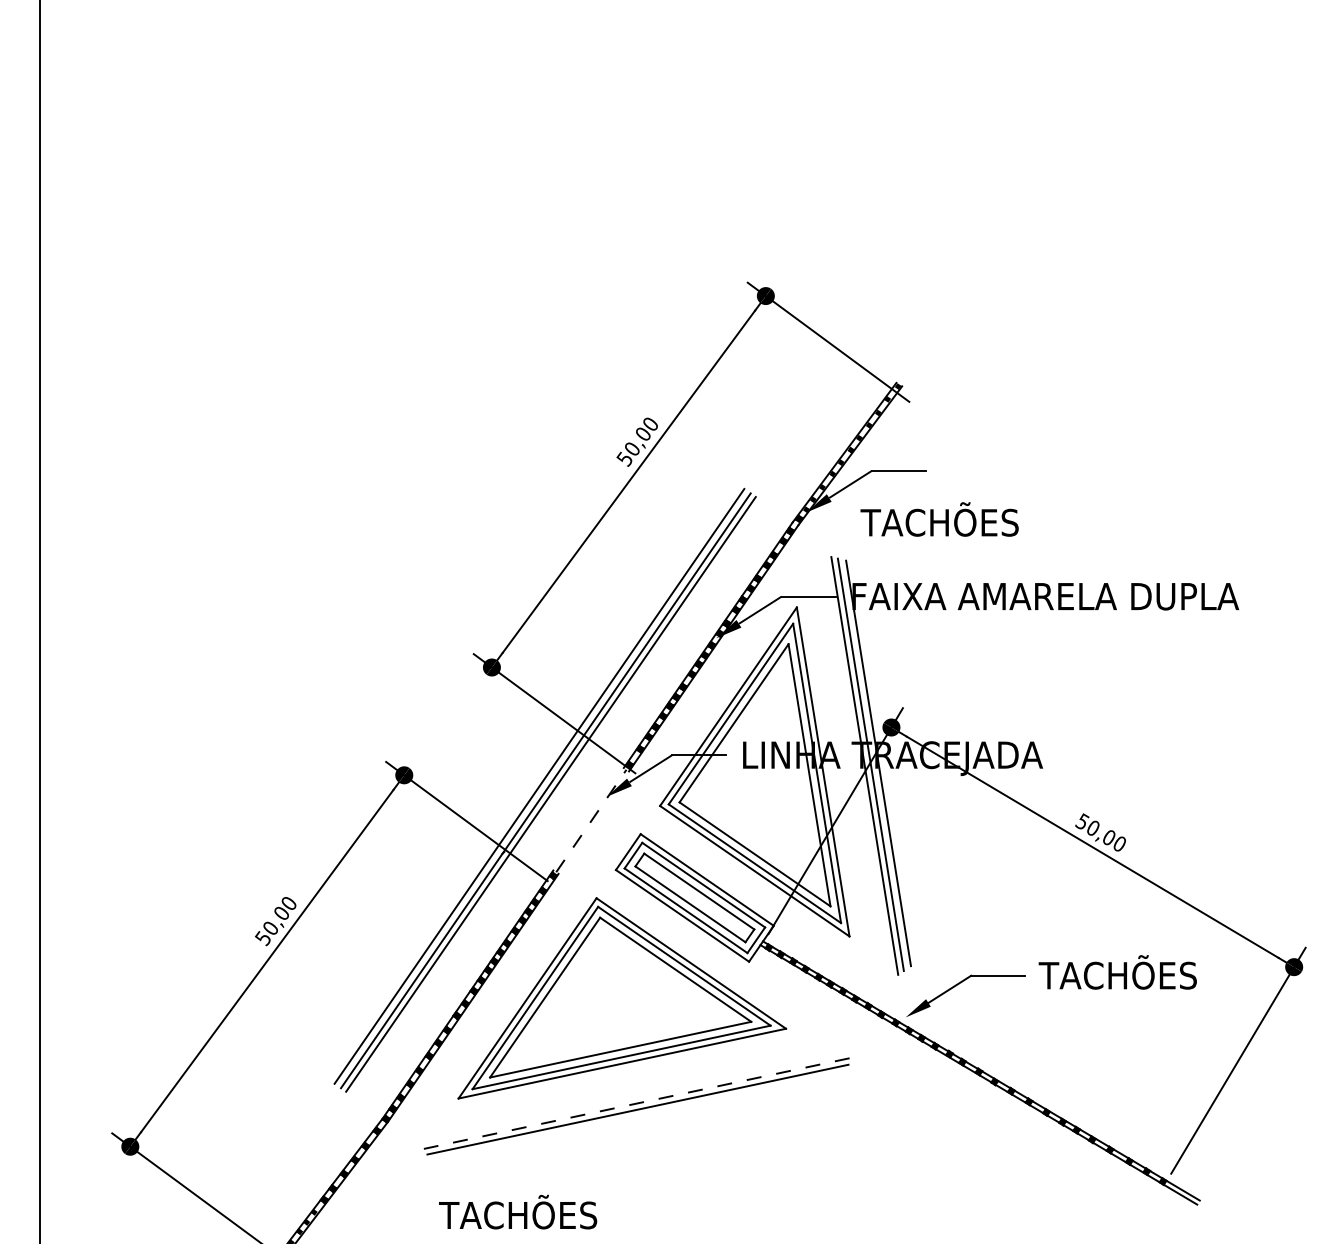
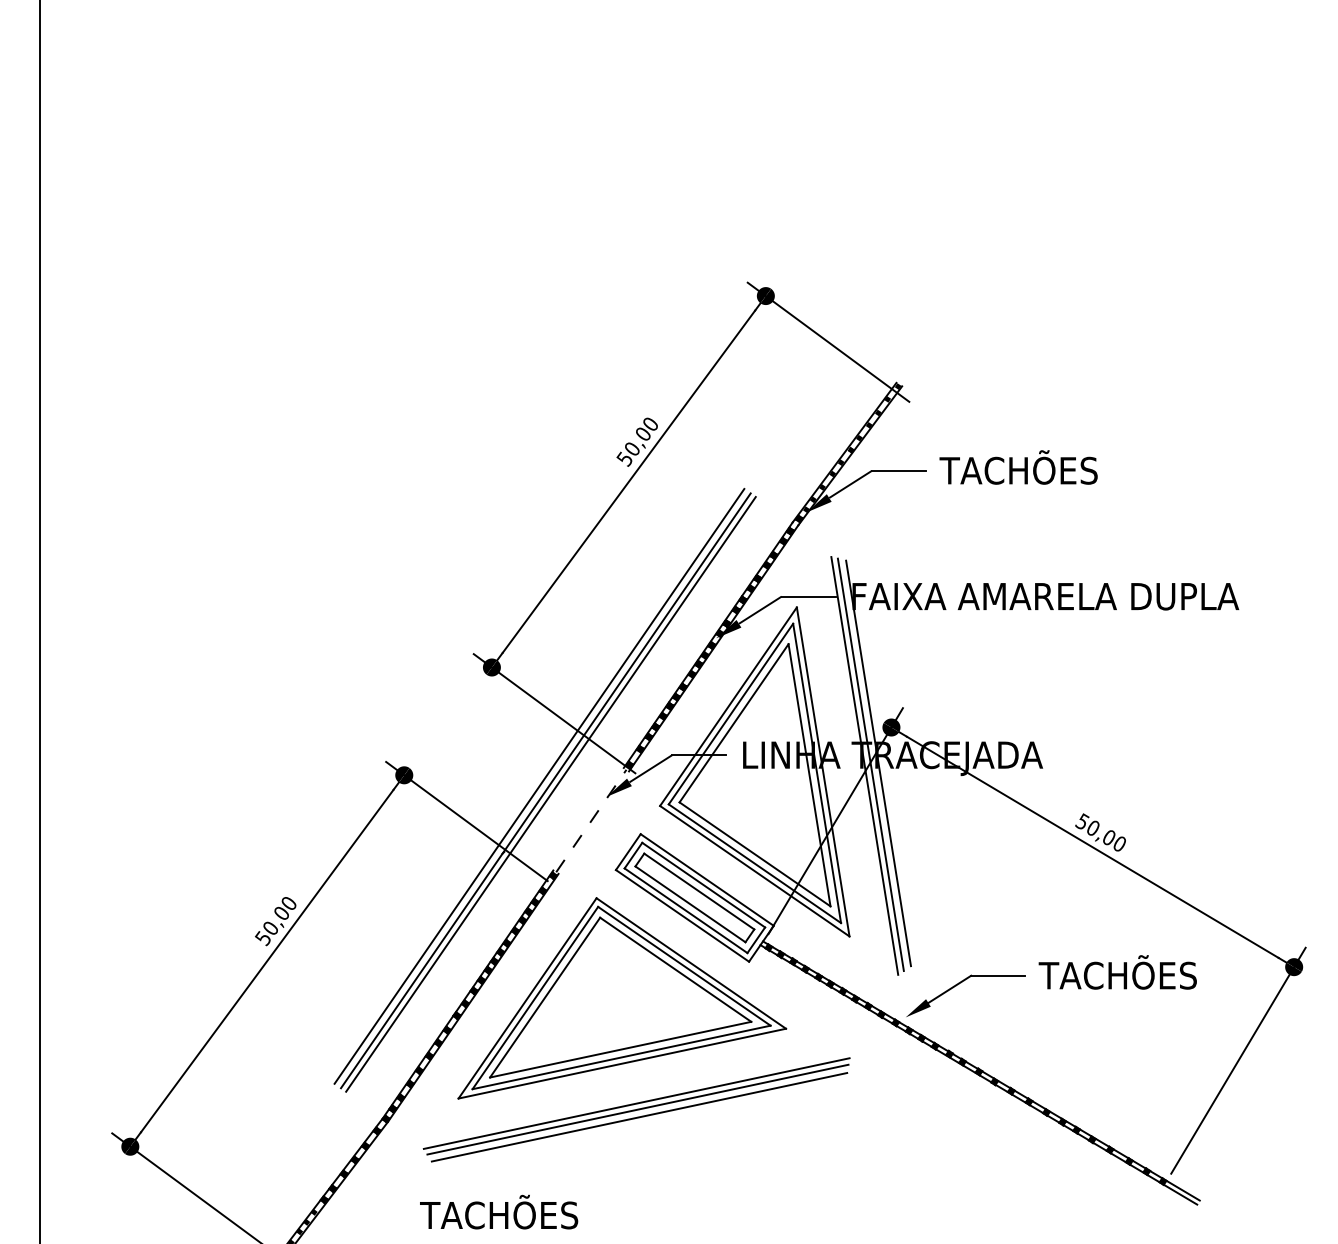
text at (939, 519) position: (939, 519) -> (1018, 467)
line at (636, 1103): dashed -> solid
line at (639, 1117): none -> present
text at (518, 1211) position: (518, 1211) -> (499, 1211)
